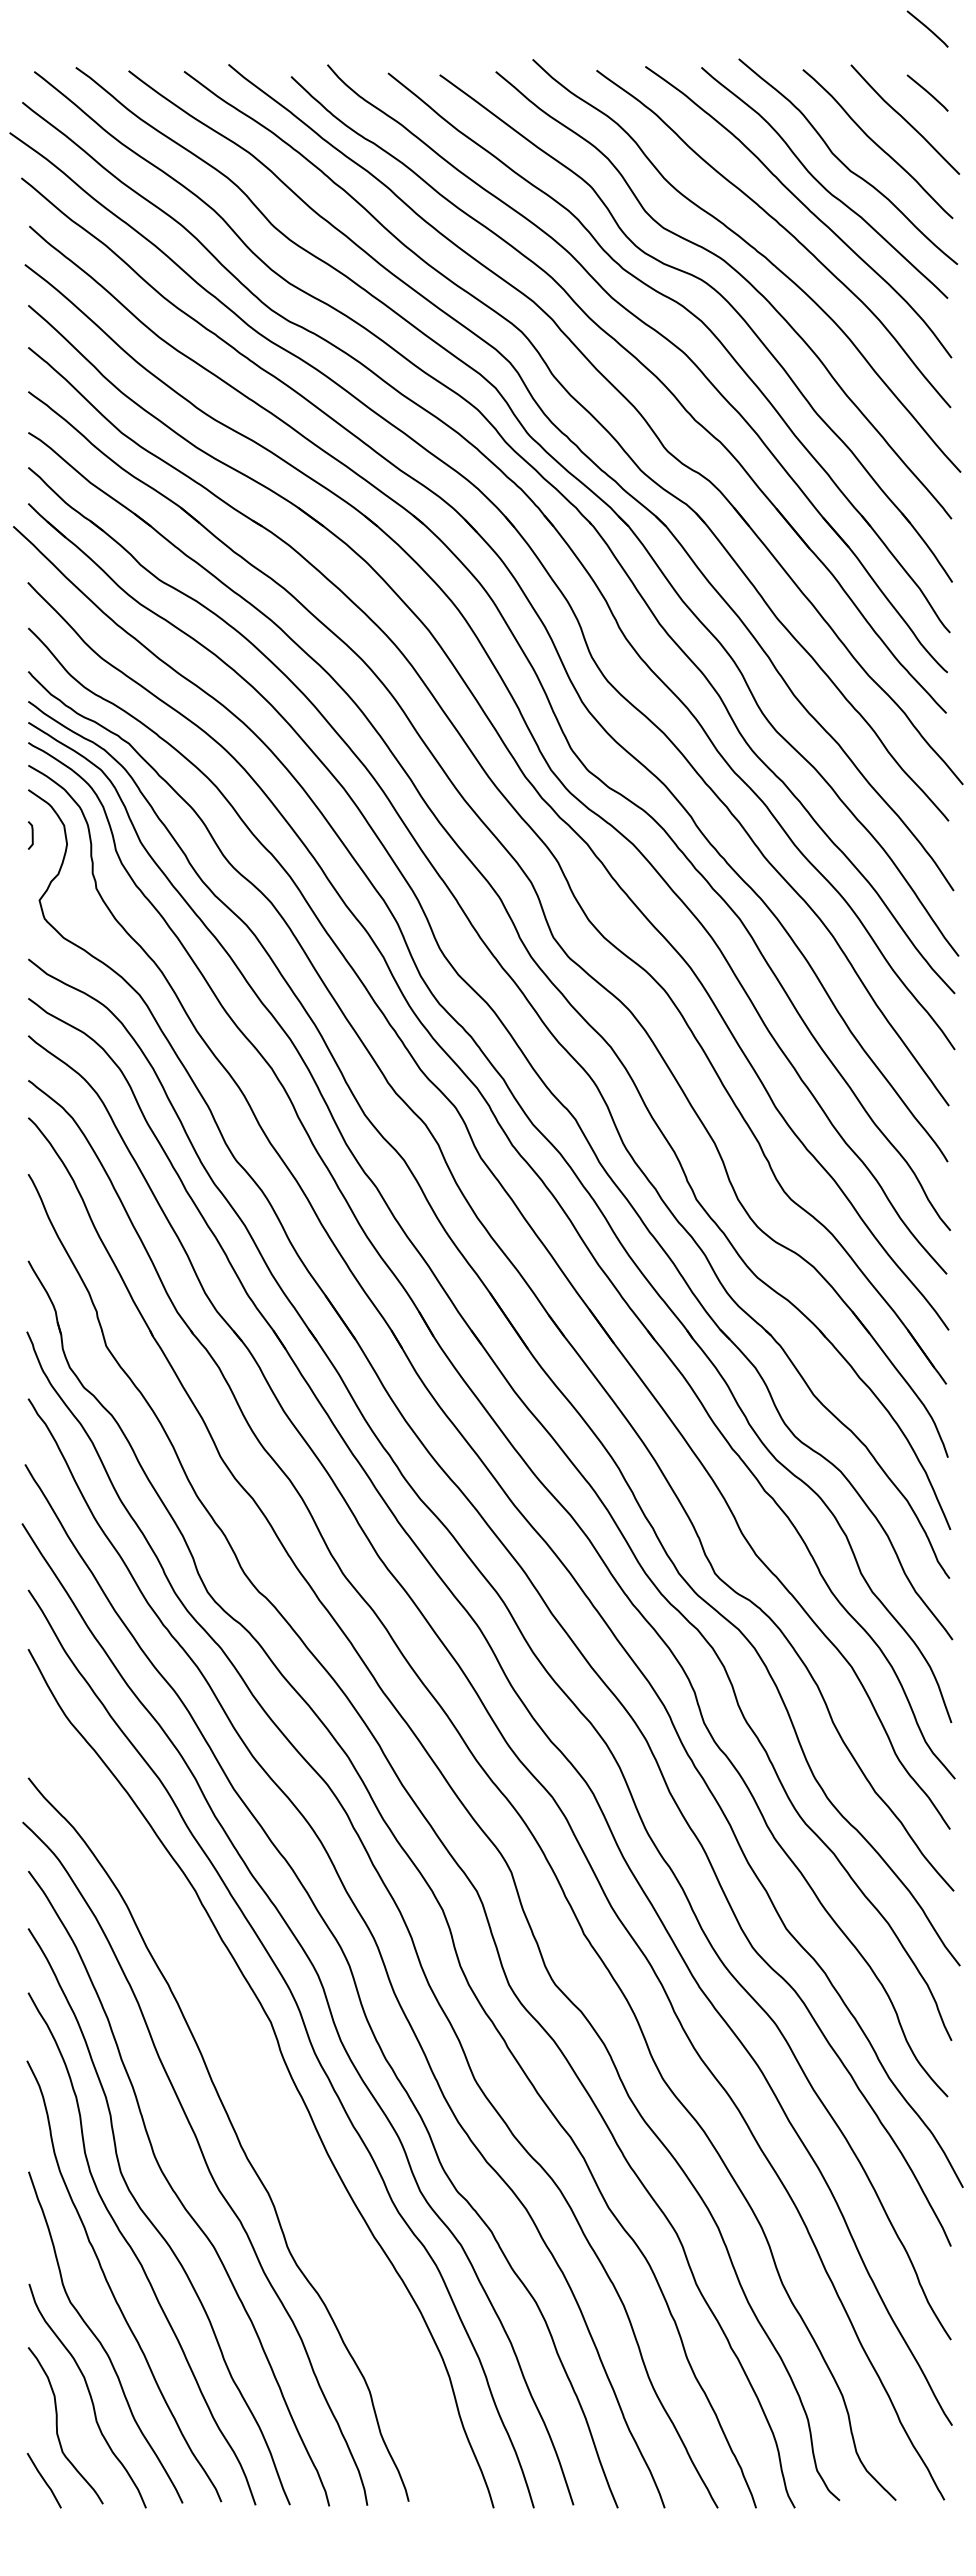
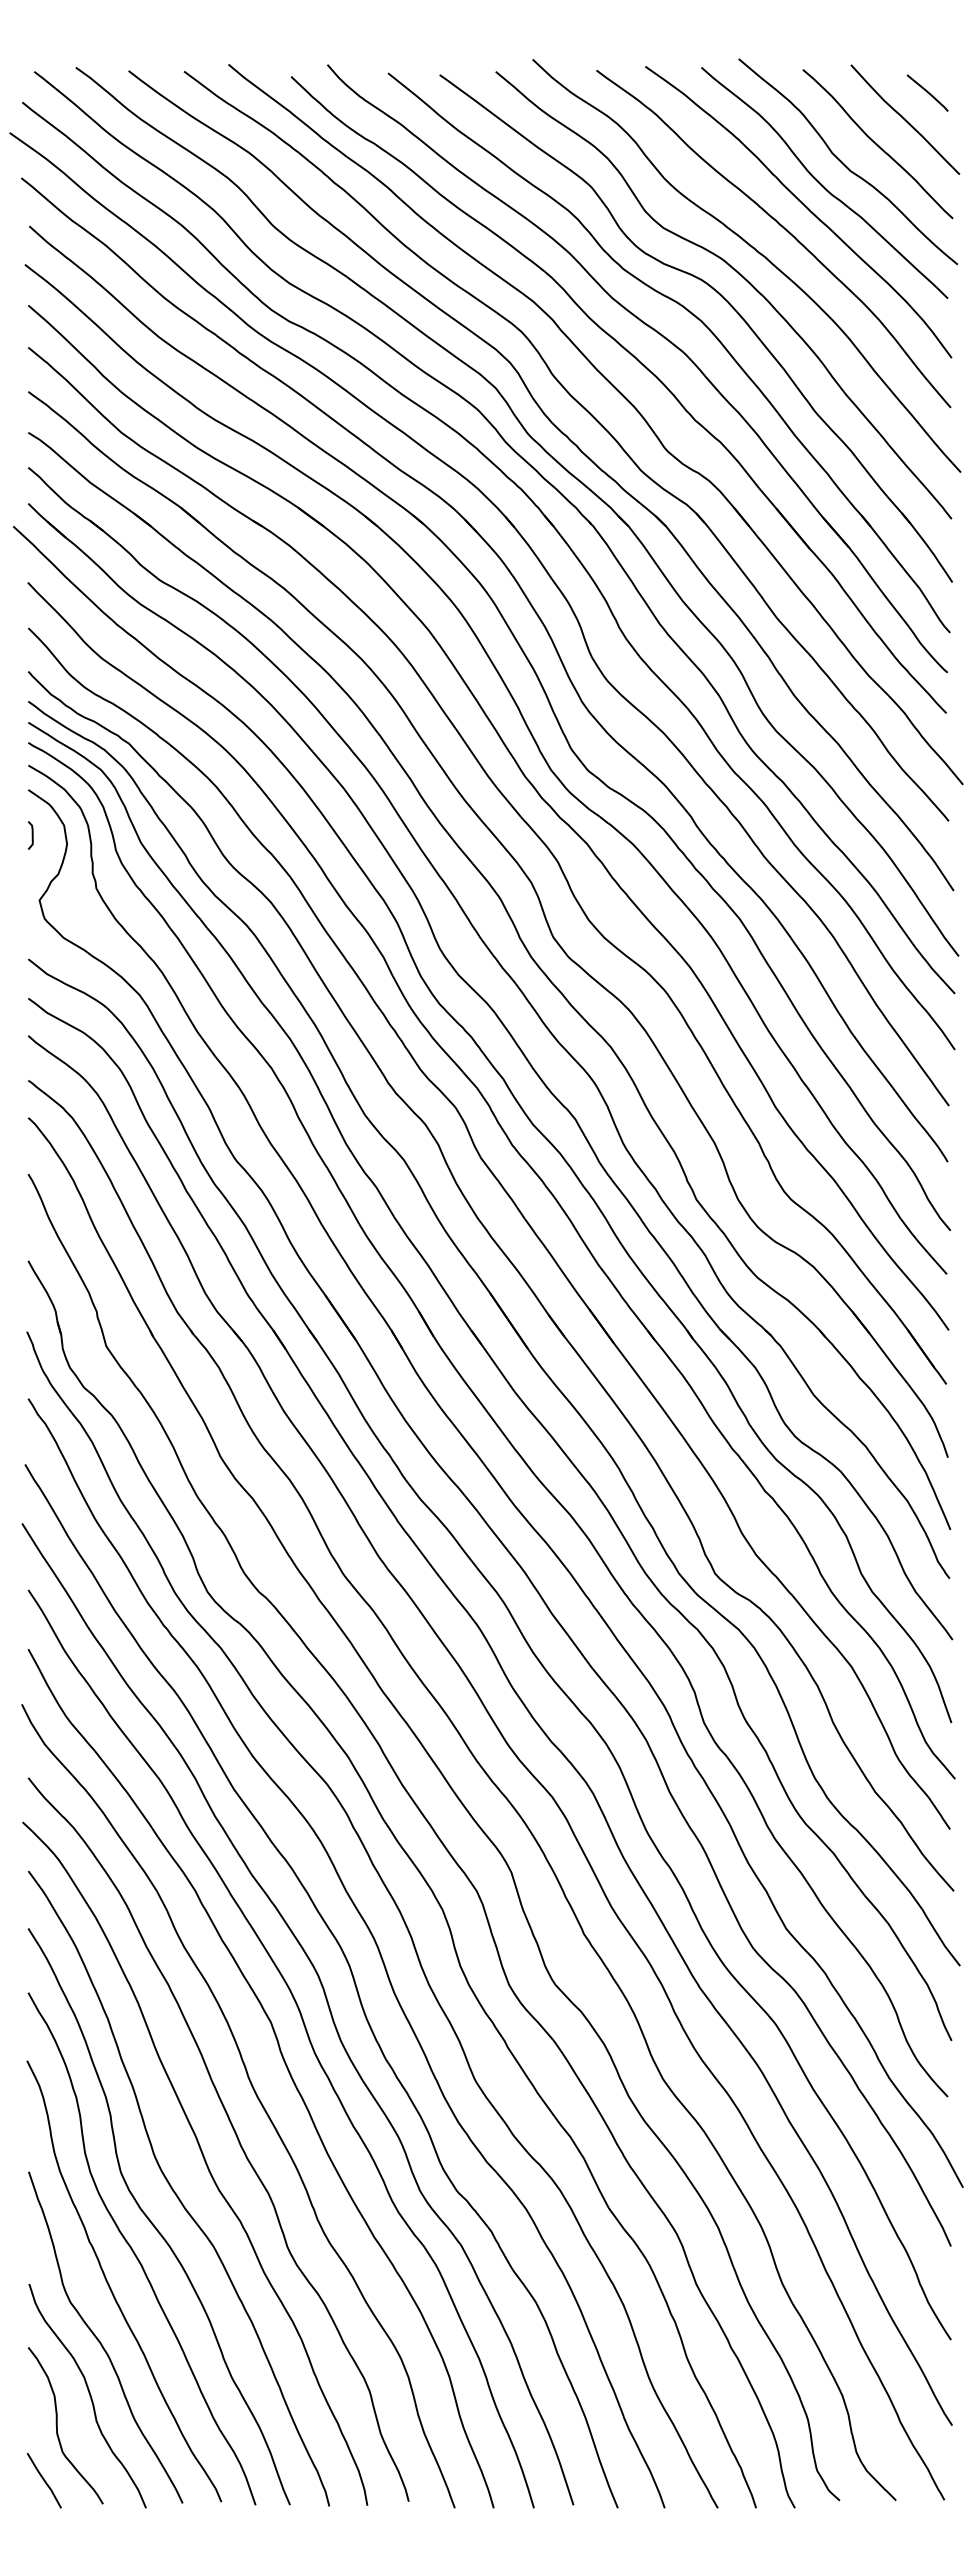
line at (927, 28): present -> none
curve at (256, 2097): none -> present
